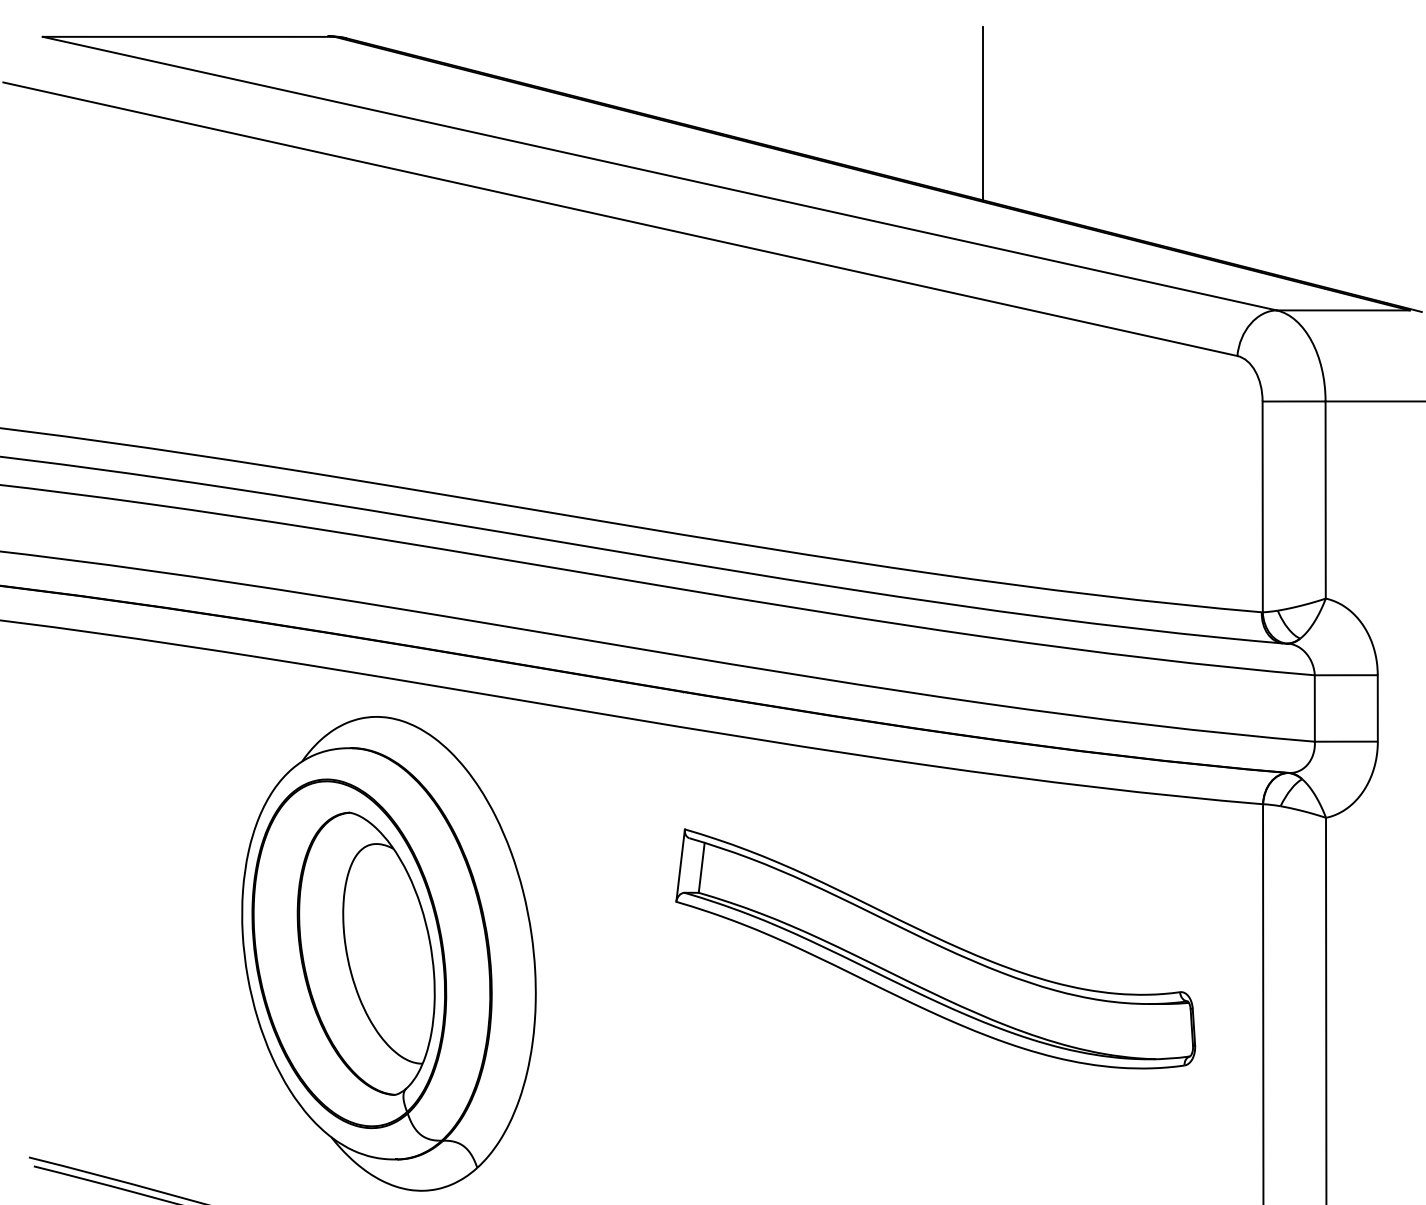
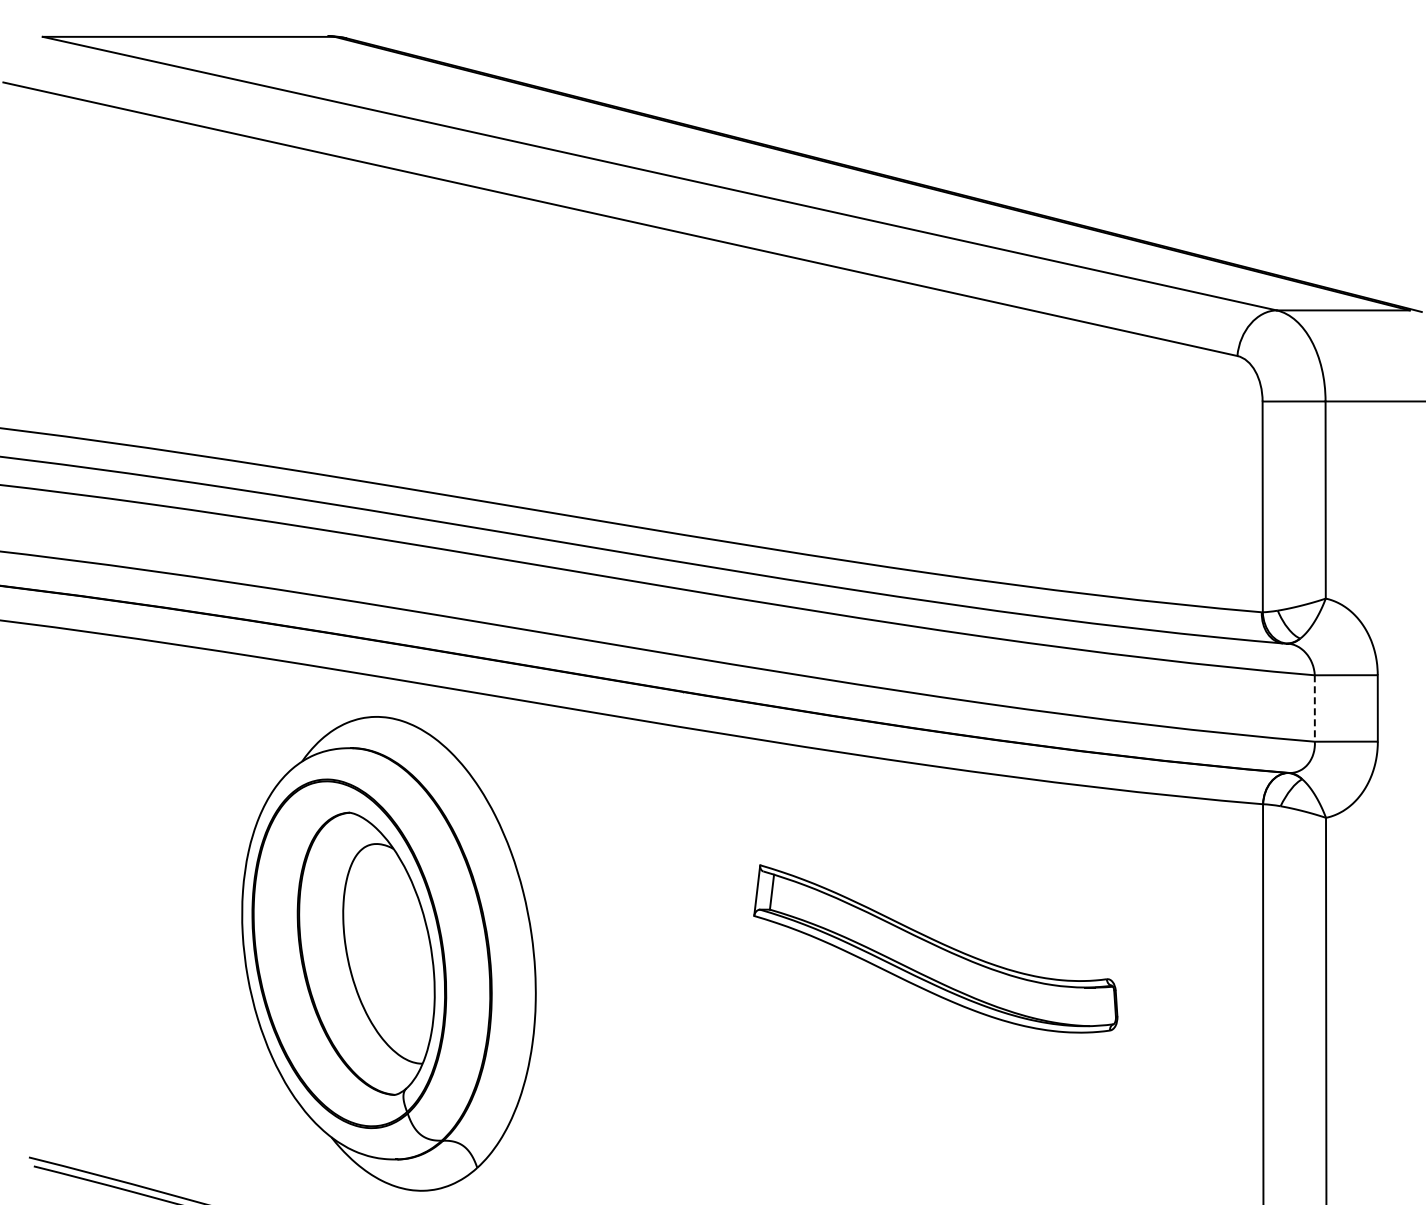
line at (983, 113): present -> none
line at (1314, 709): solid -> dashed
part at (935, 948) size: 522x242 px -> 366x170 px
